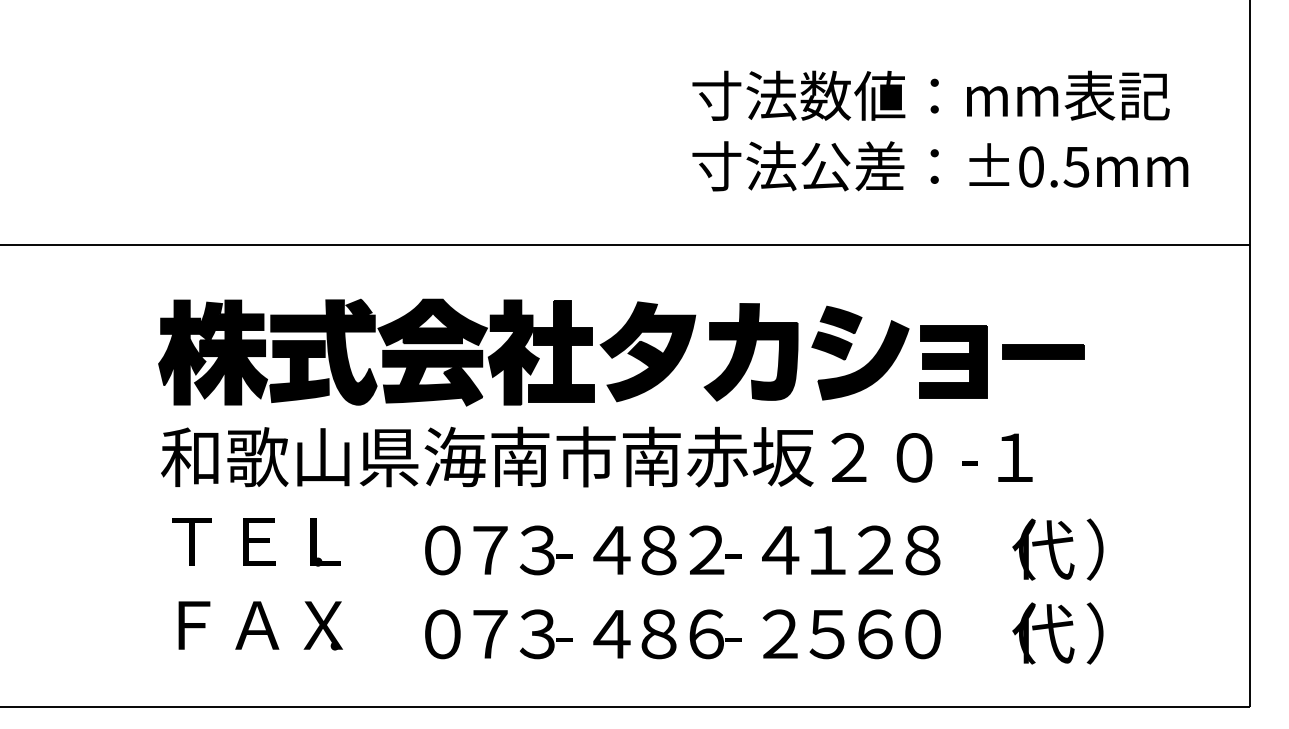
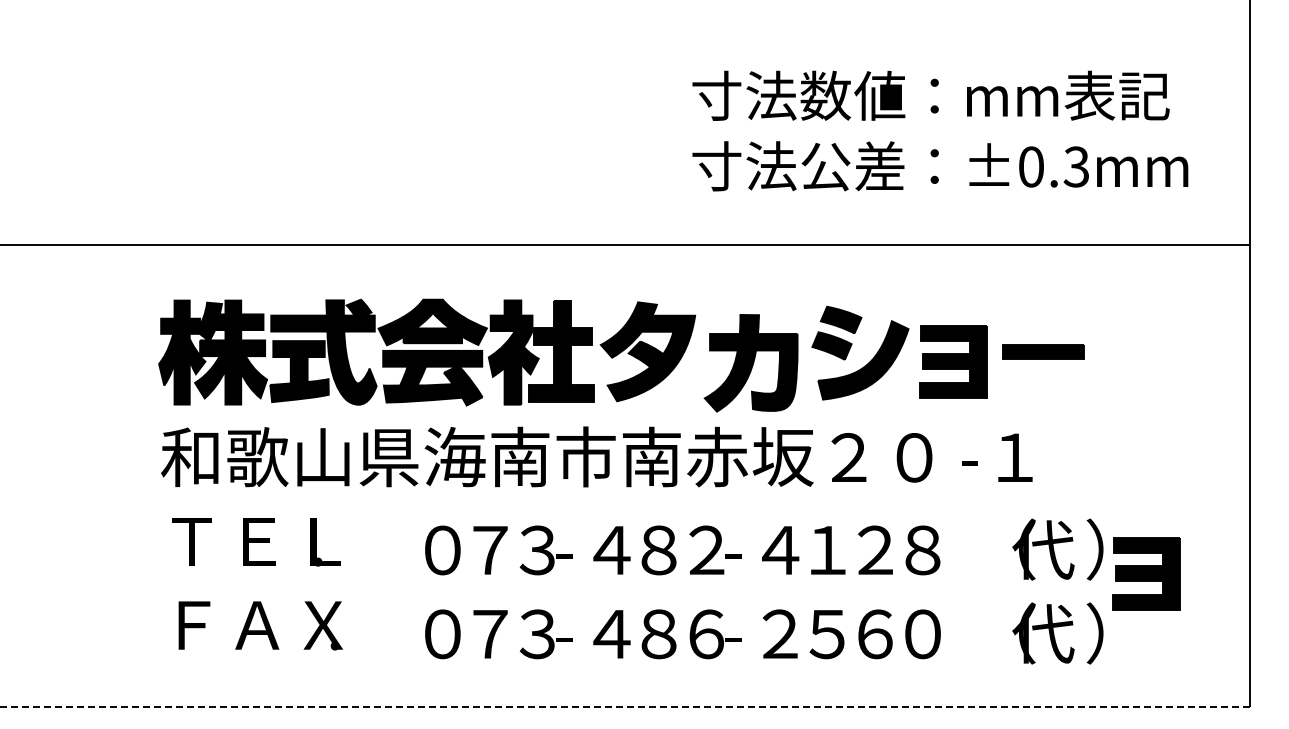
text at (1076, 166): ±0.5mm -> ±0.3mm
part at (750, 352) position: (750, 352) -> (750, 363)
part at (1146, 573): none -> present
line at (625, 707): solid -> dashed
